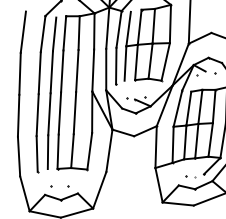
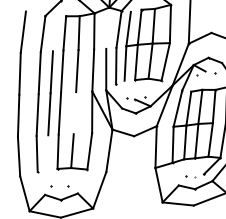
line at (107, 27): present -> none
line at (54, 34): present -> none
line at (74, 113): present -> none
line at (47, 152): present -> none
